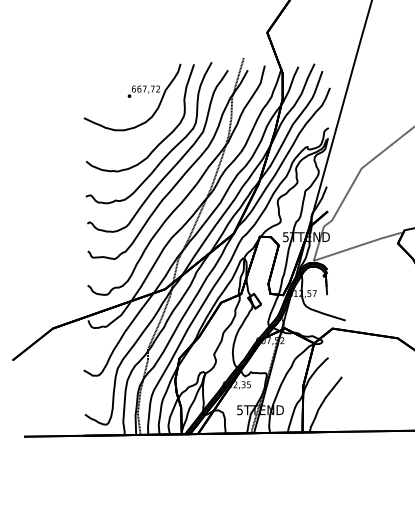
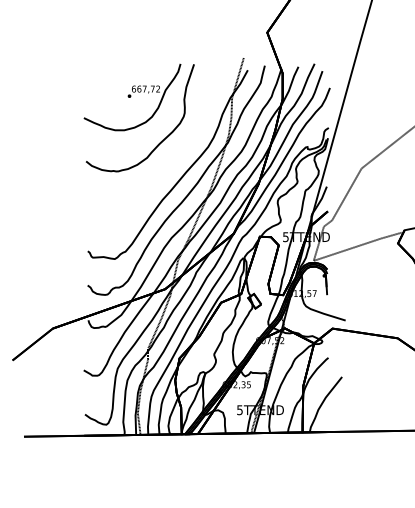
part at (165, 155): present -> none
